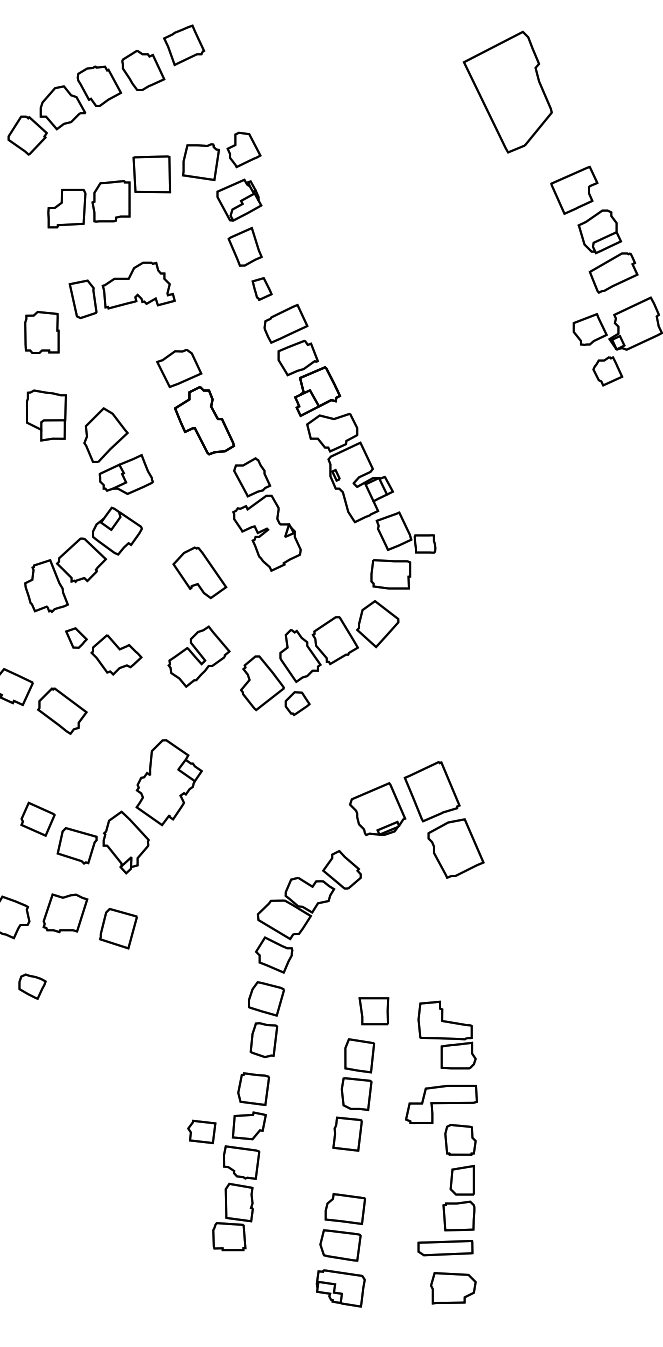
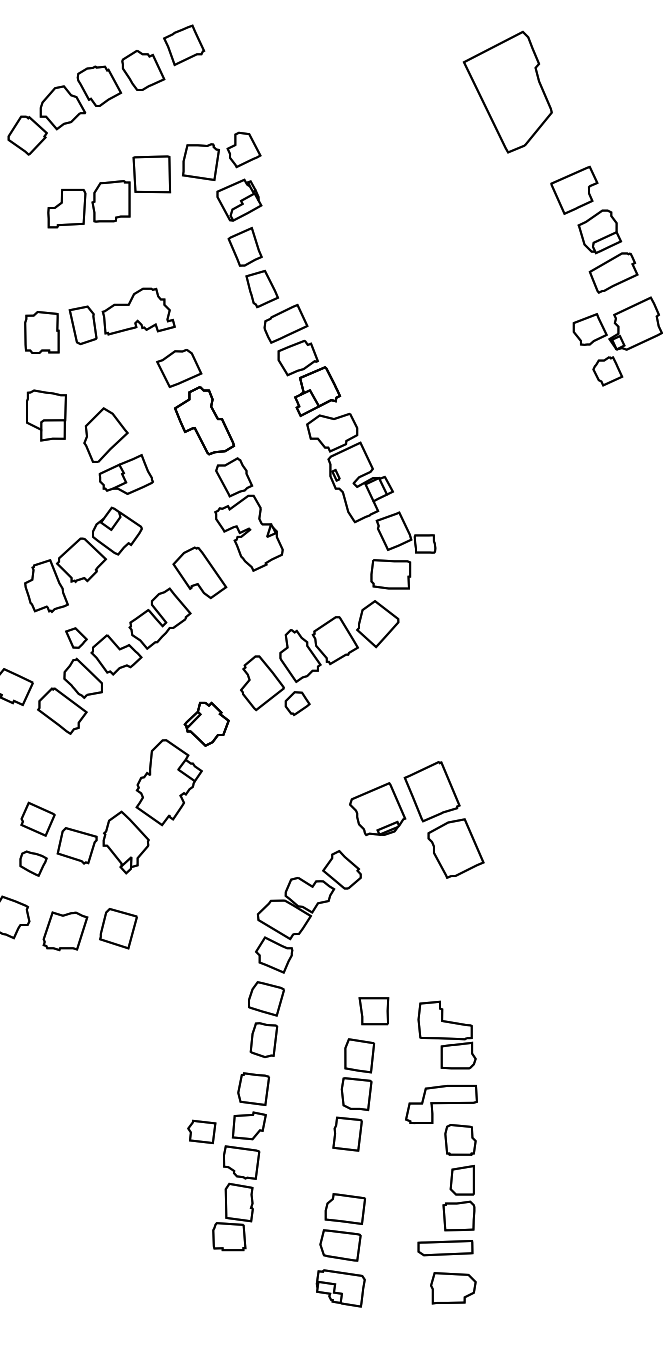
part at (261, 288) size: 22x24 px -> 34x40 px
part at (121, 289) position: (121, 289) -> (121, 315)
part at (266, 514) position: (266, 514) -> (248, 514)
part at (198, 656) position: (198, 656) -> (159, 618)
part at (82, 677): none -> present
part at (206, 723): none -> present
part at (65, 913) position: (65, 913) -> (65, 931)
part at (32, 986) position: (32, 986) -> (33, 863)
